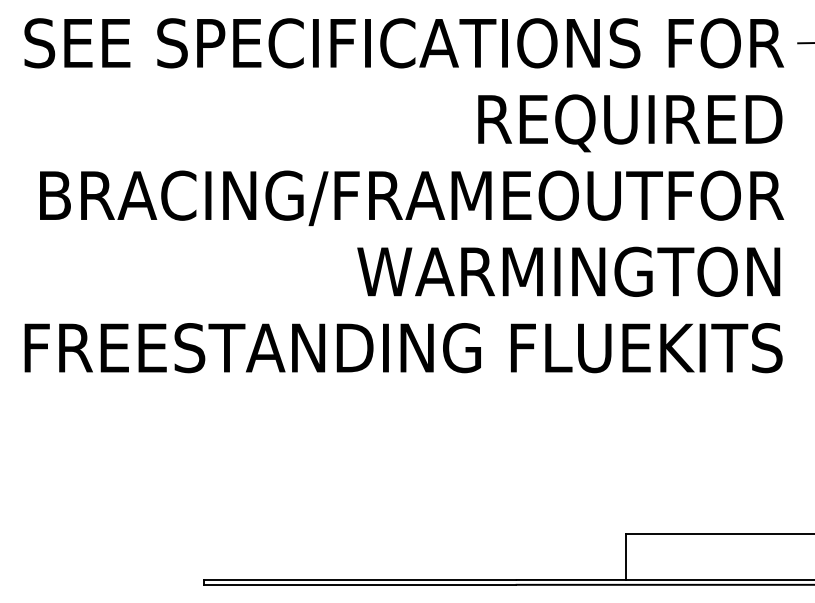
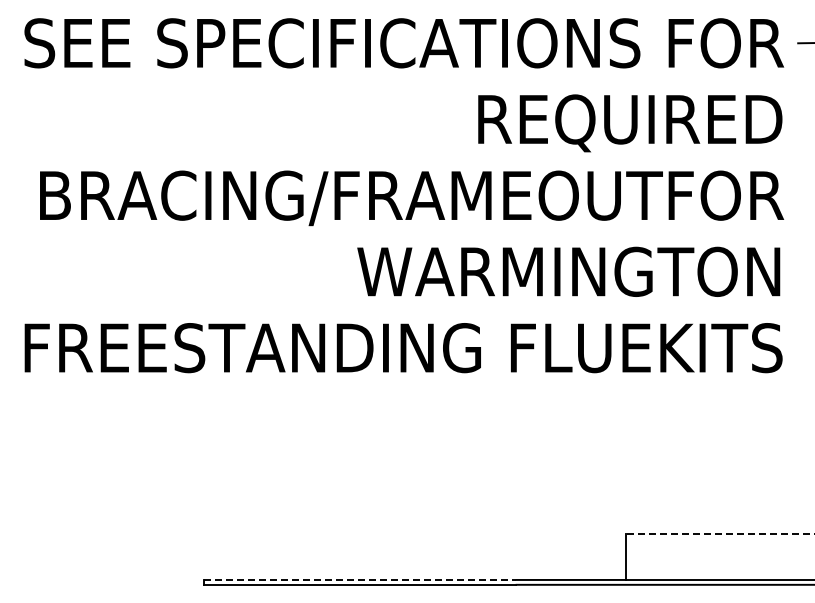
line at (720, 534): solid -> dashed
line at (359, 579): solid -> dashed
